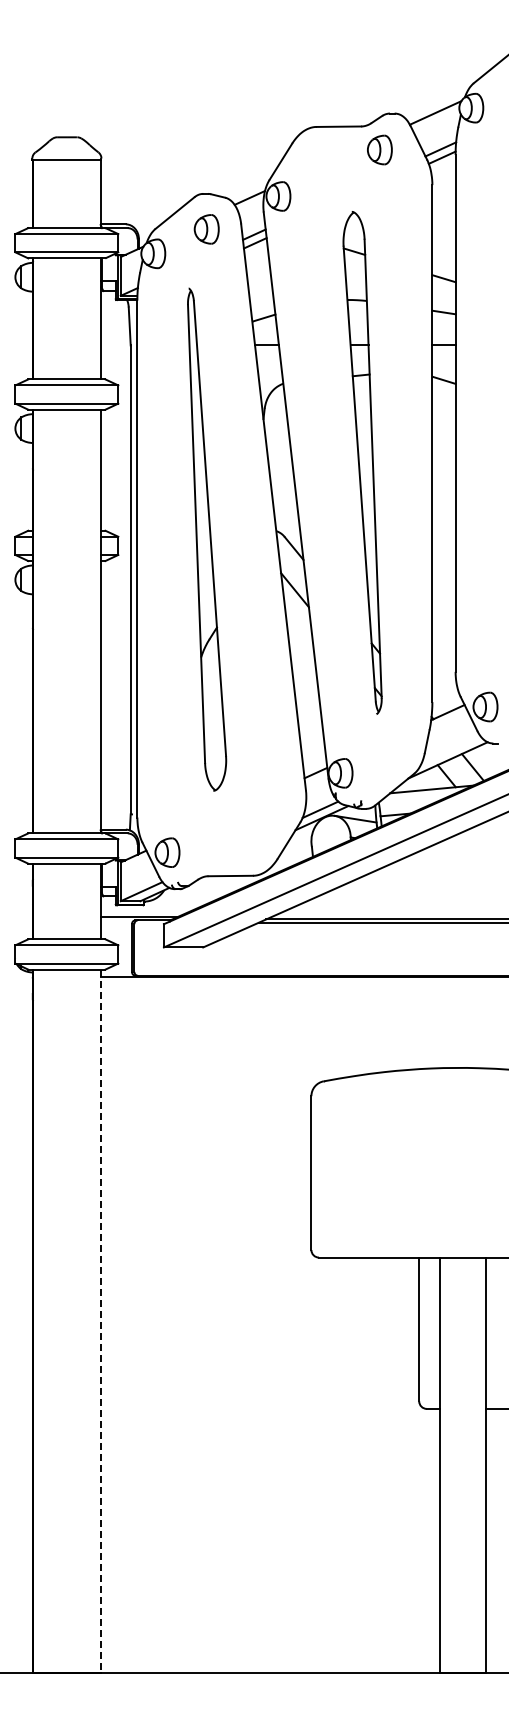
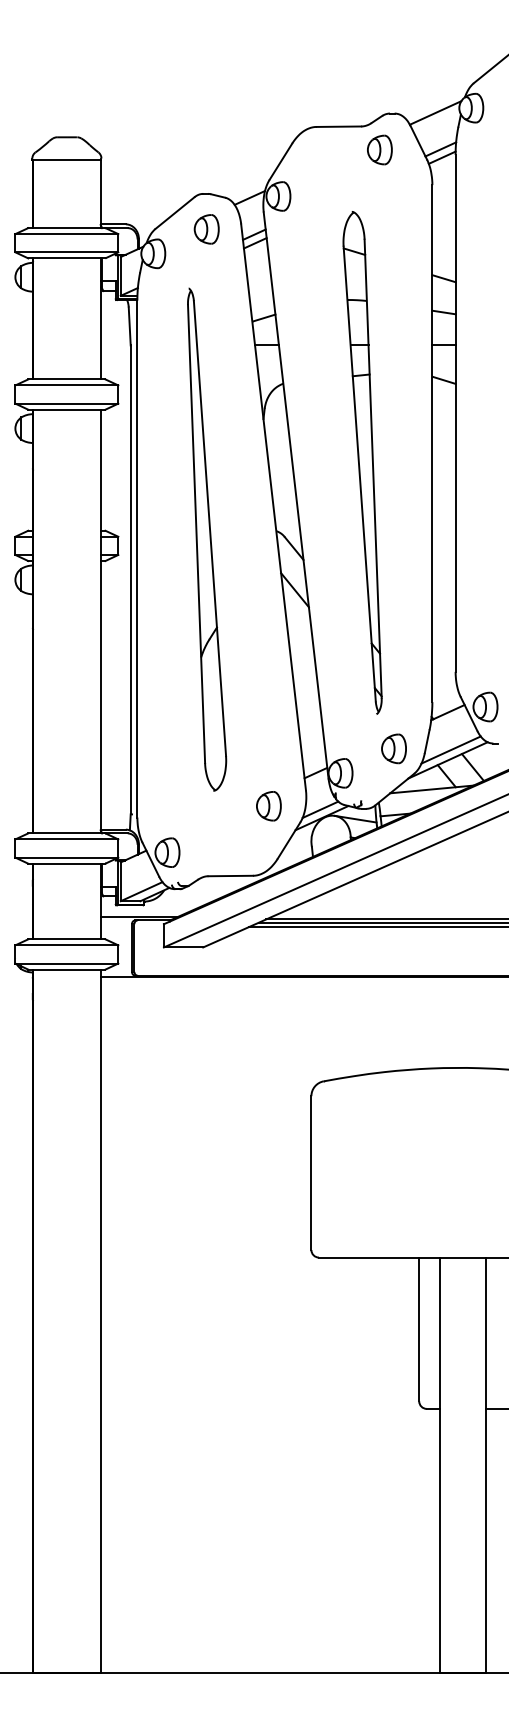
part at (393, 748): none -> present
line at (450, 749): none -> present
part at (268, 806): none -> present
line at (376, 927): none -> present
line at (100, 1321): dashed -> solid
